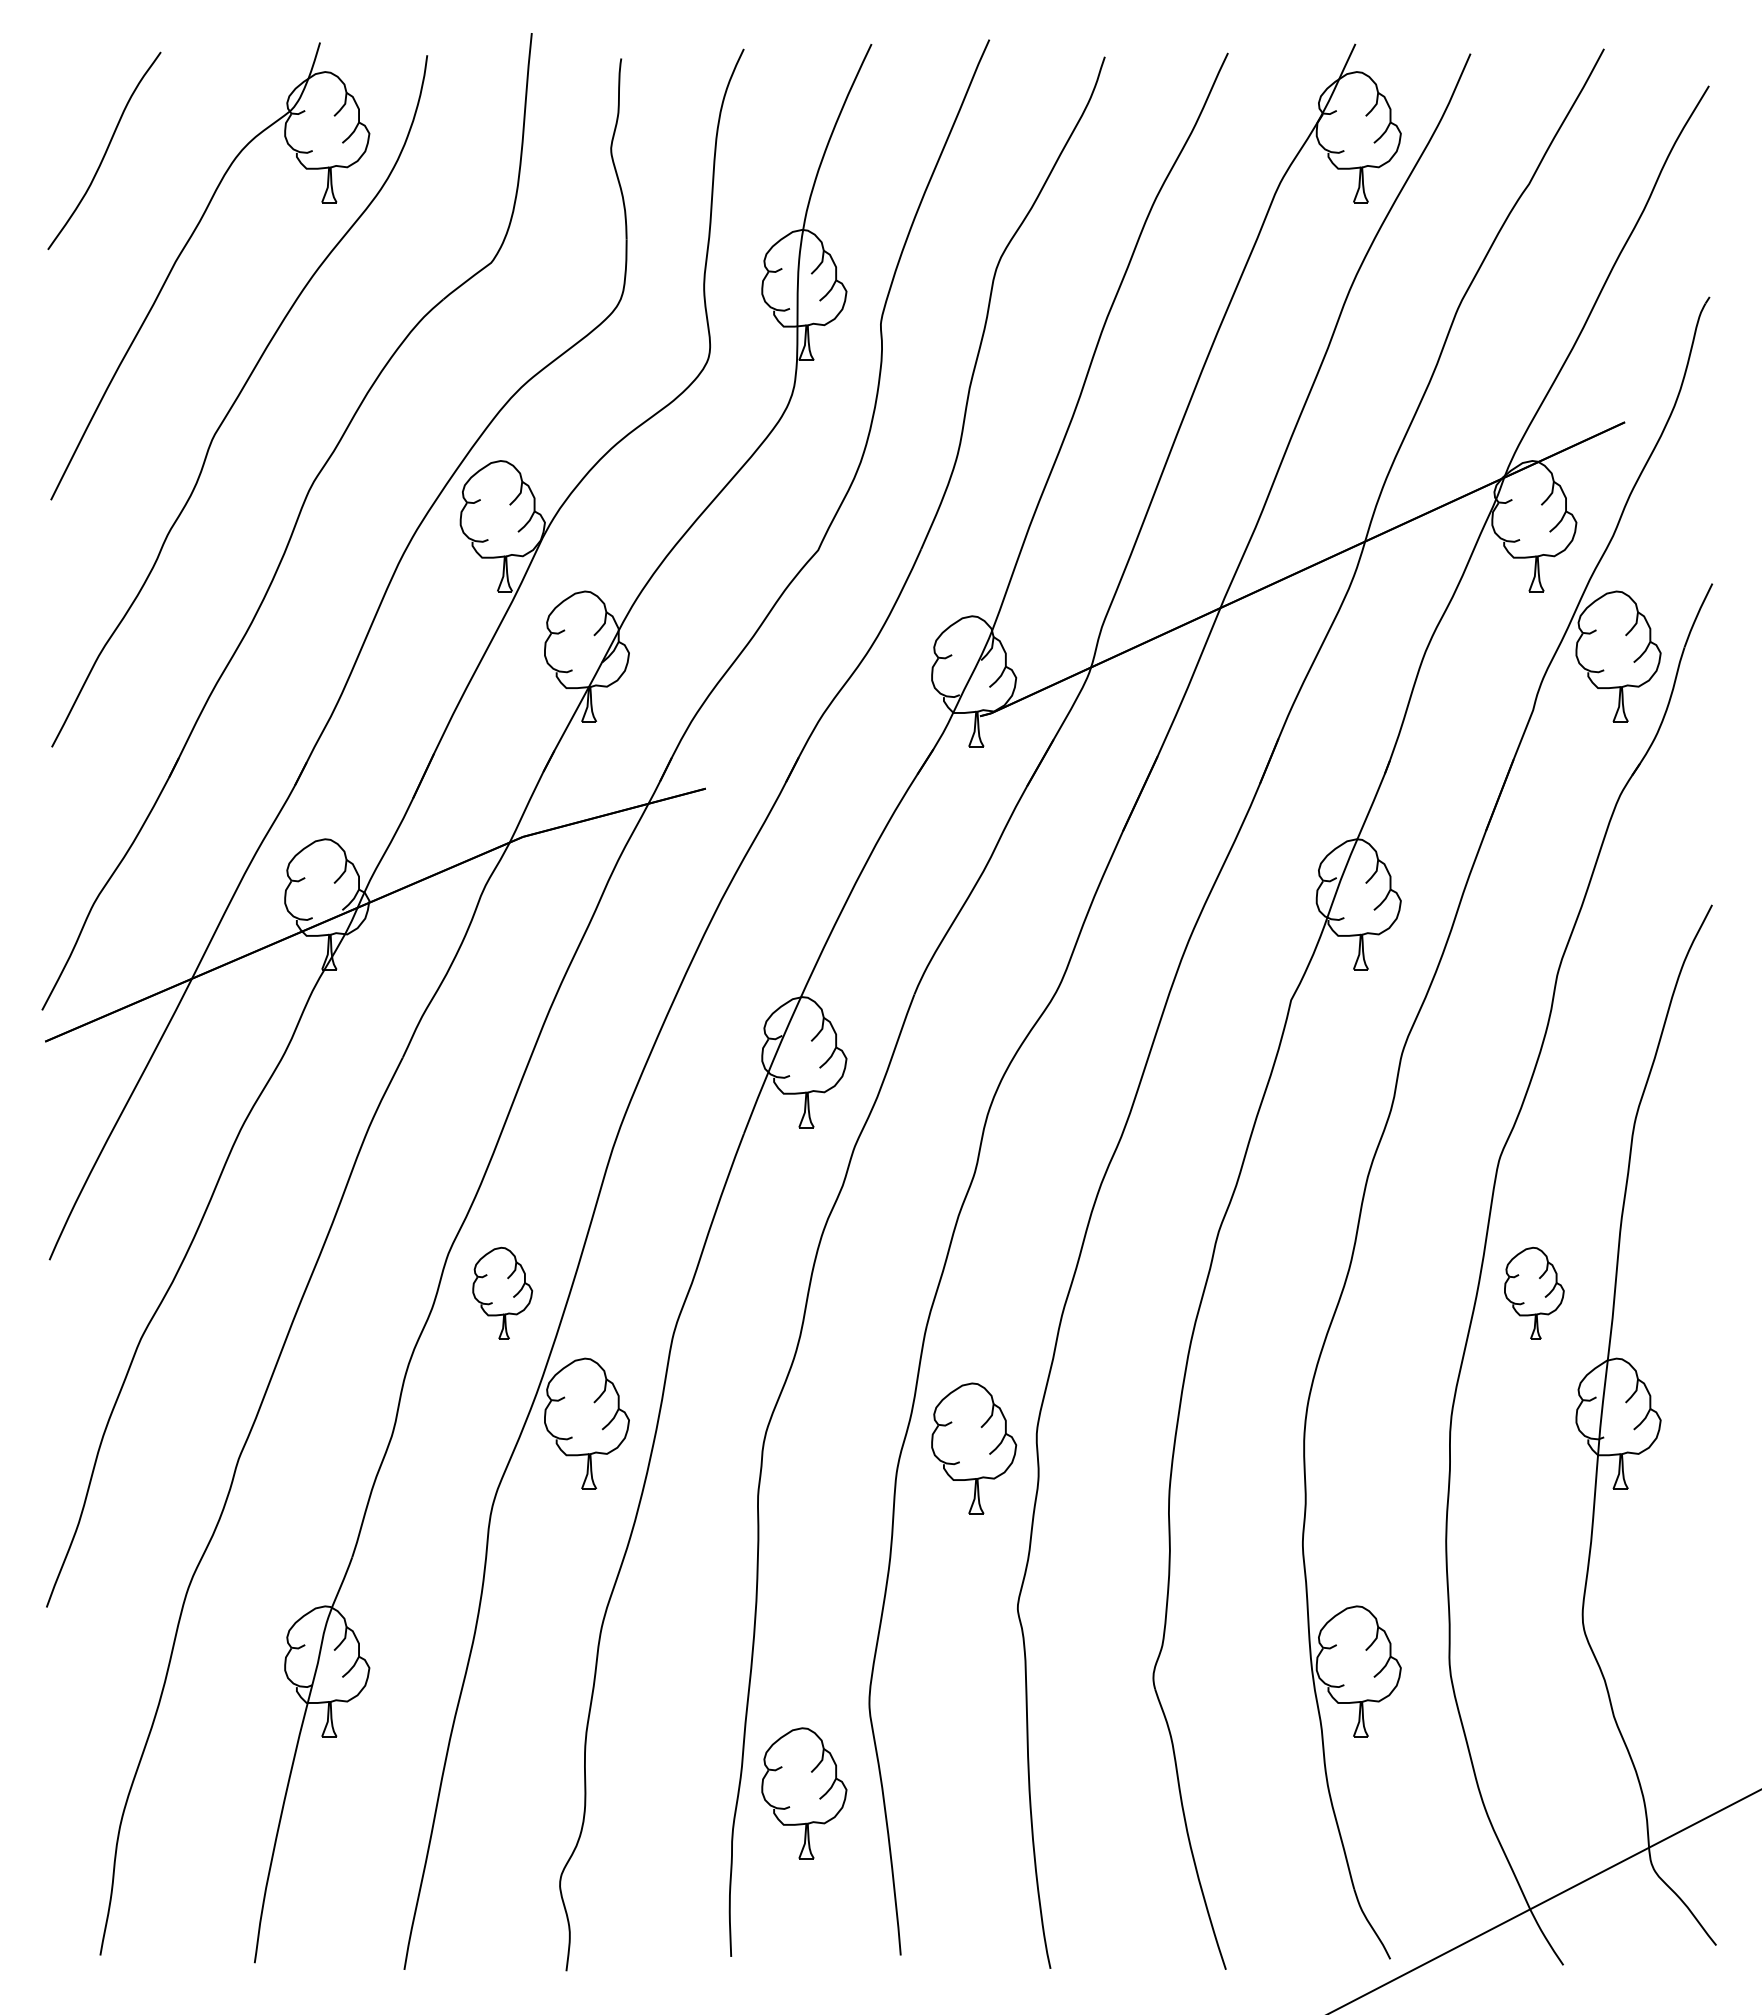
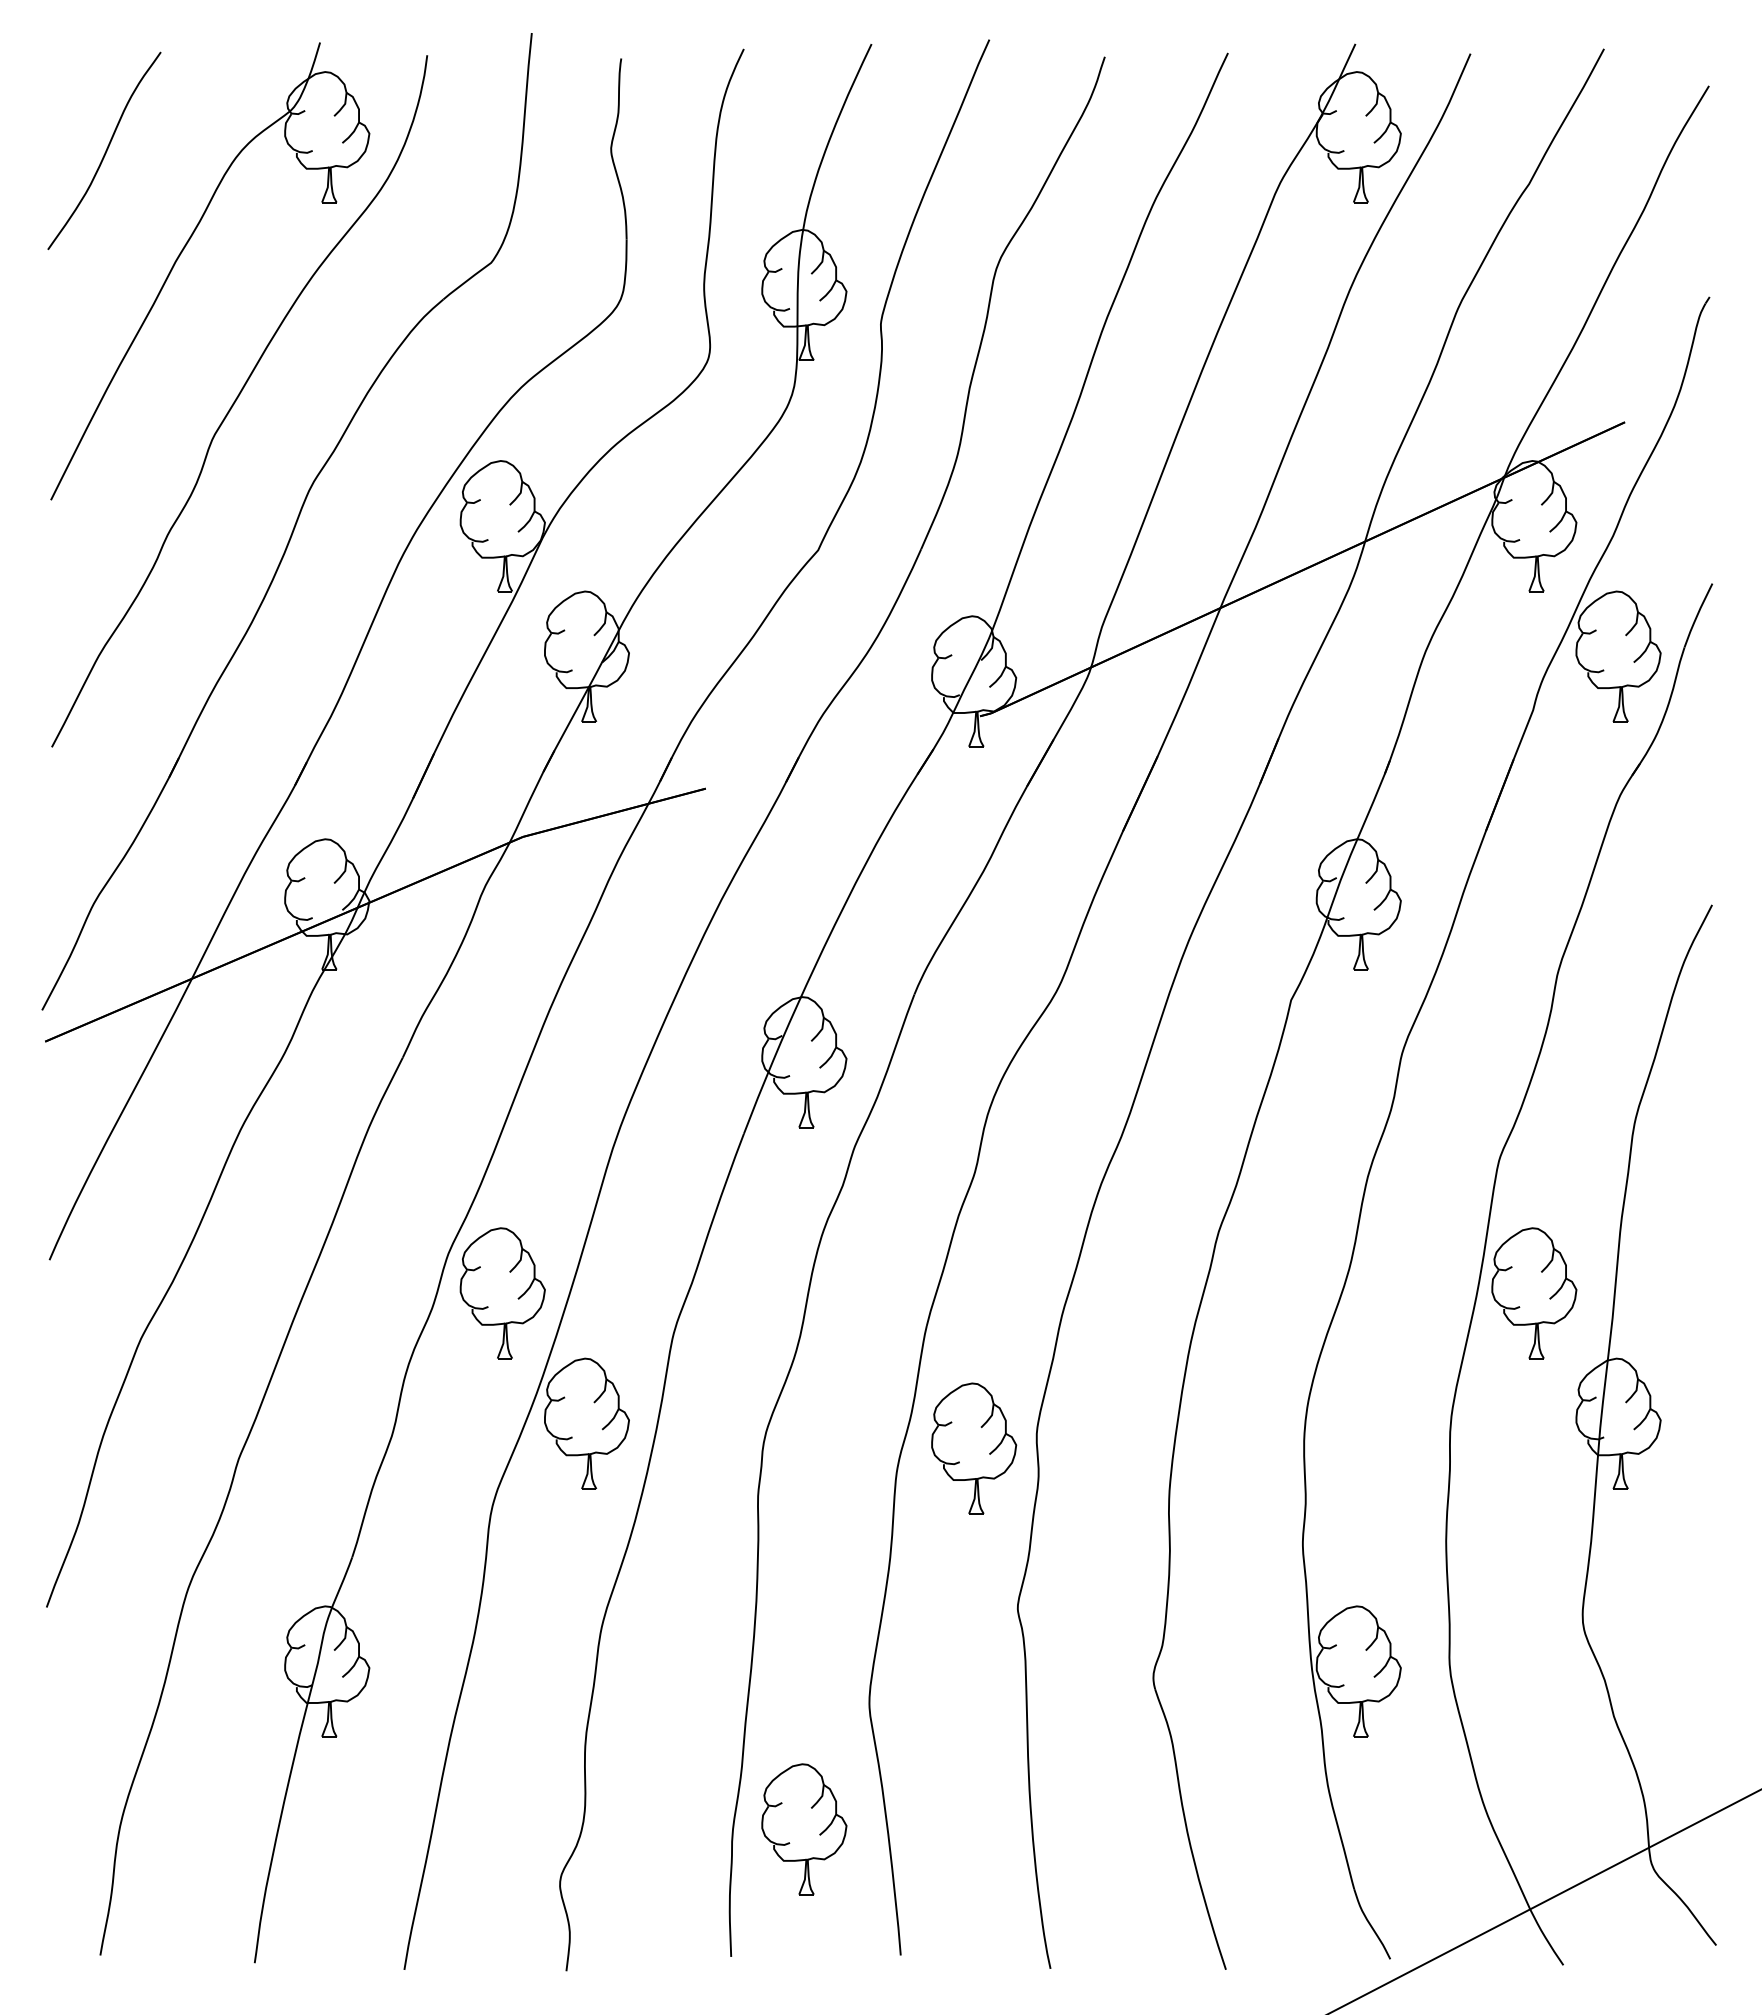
part at (502, 1292) size: 62x94 px -> 87x133 px
part at (1534, 1293) size: 61x93 px -> 87x133 px
part at (804, 1793) position: (804, 1793) -> (804, 1829)
